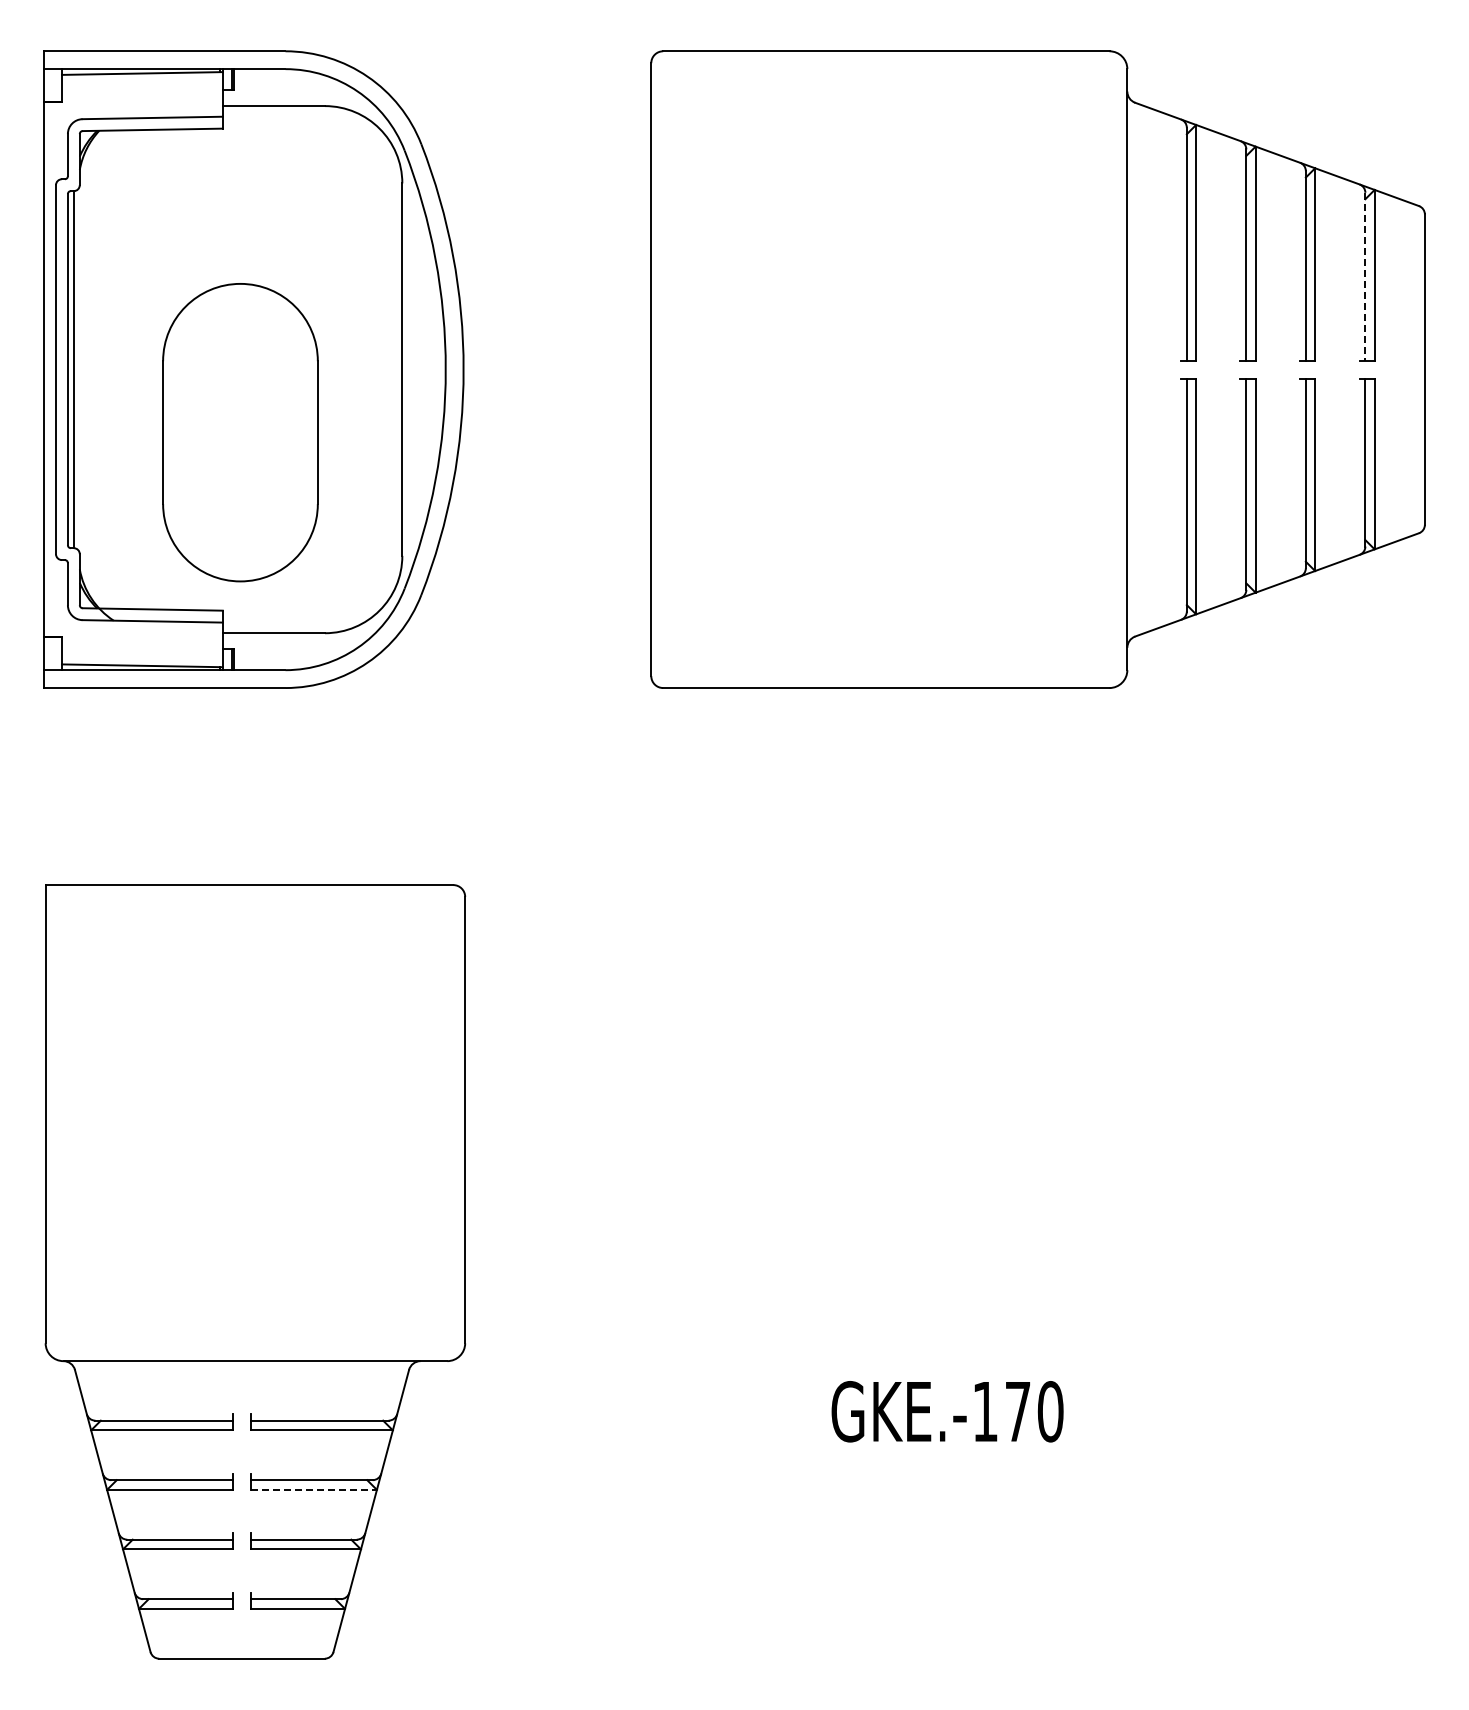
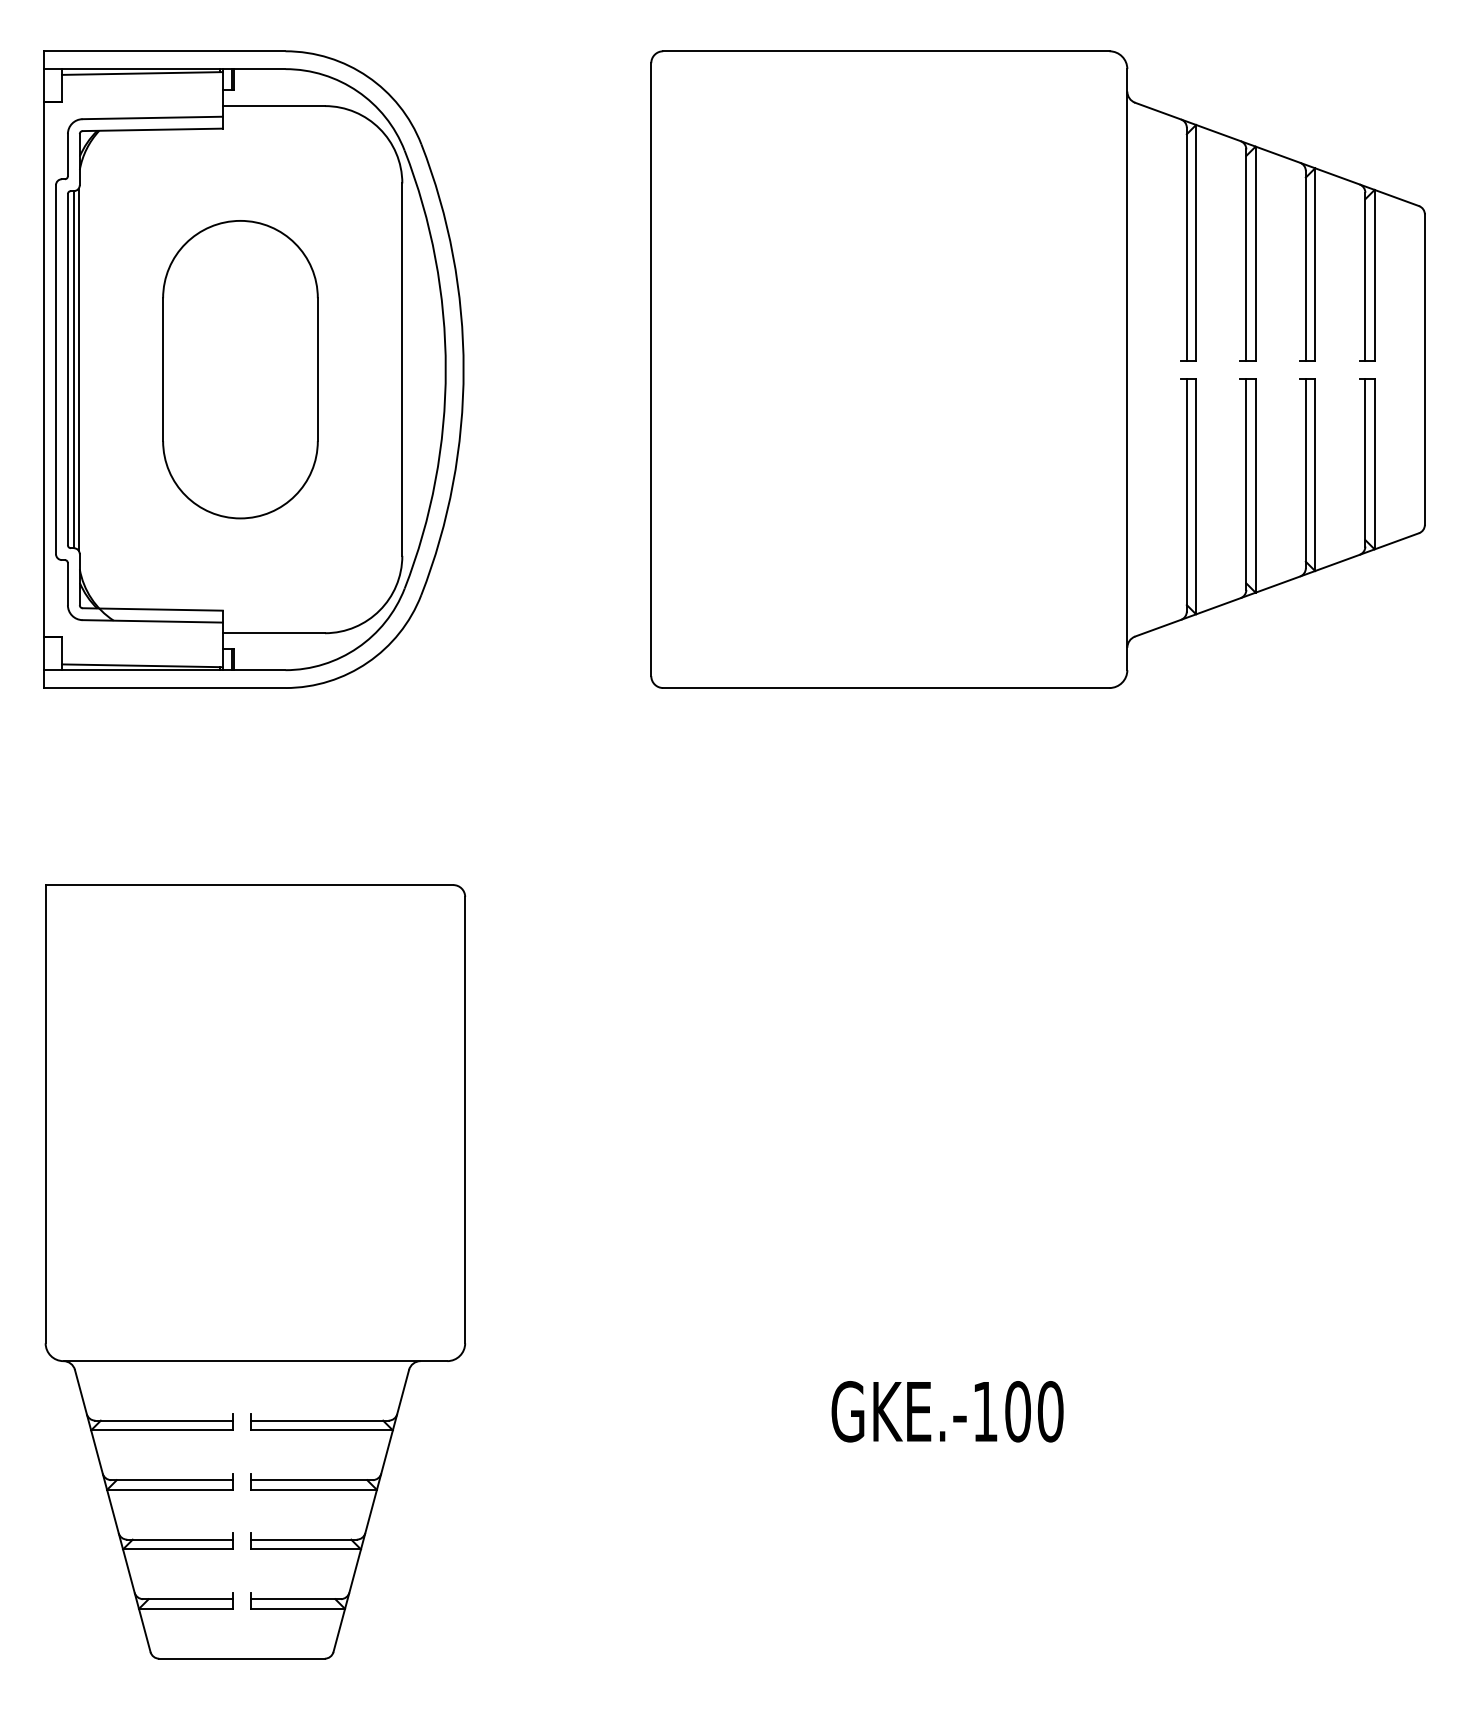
line at (1365, 276): dashed -> solid
line at (78, 369): none -> present
part at (240, 432) position: (240, 432) -> (240, 369)
text at (1017, 1411): GKE.-170 -> GKE.-100
line at (313, 1489): dashed -> solid
